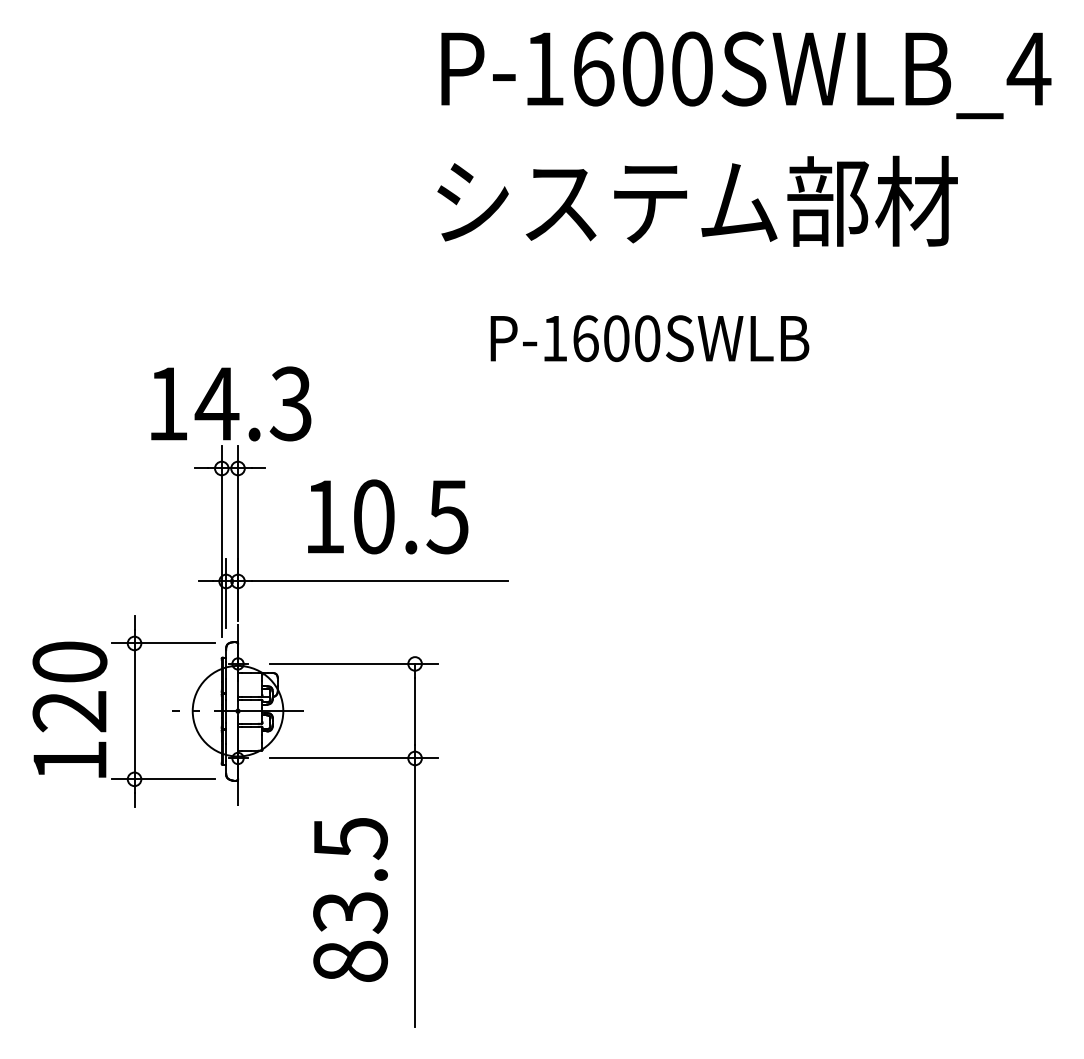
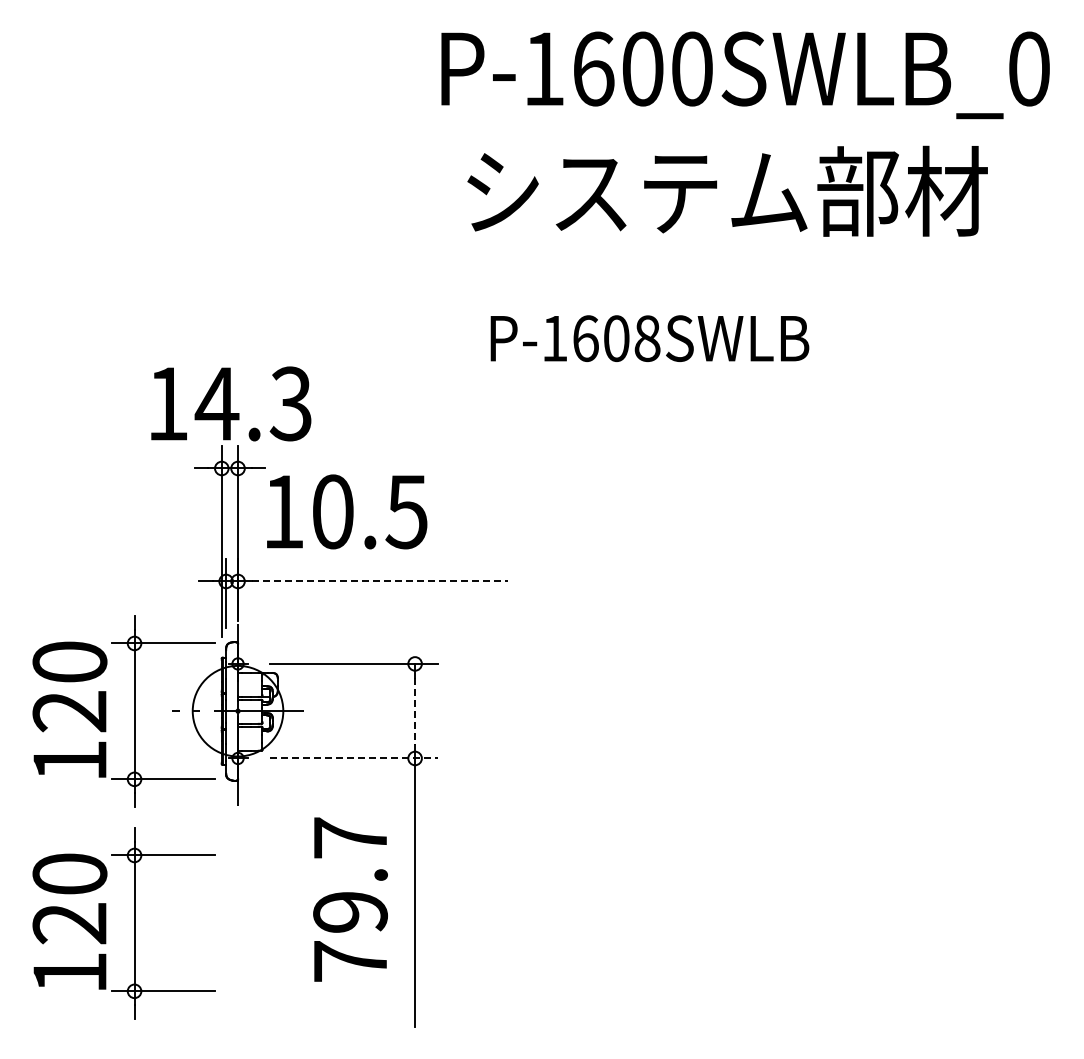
text at (1028, 68): P-1600SWLB_4 -> P-1600SWLB_0
text at (697, 200) position: (697, 200) -> (727, 190)
text at (647, 338): P-1600SWLB -> P-1608SWLB
text at (388, 516) position: (388, 516) -> (347, 511)
line at (380, 581): solid -> dashed
line at (415, 711): solid -> dashed
line at (353, 758): solid -> dashed
text at (350, 899): 83.5 -> 79.7
part at (134, 923): none -> present
